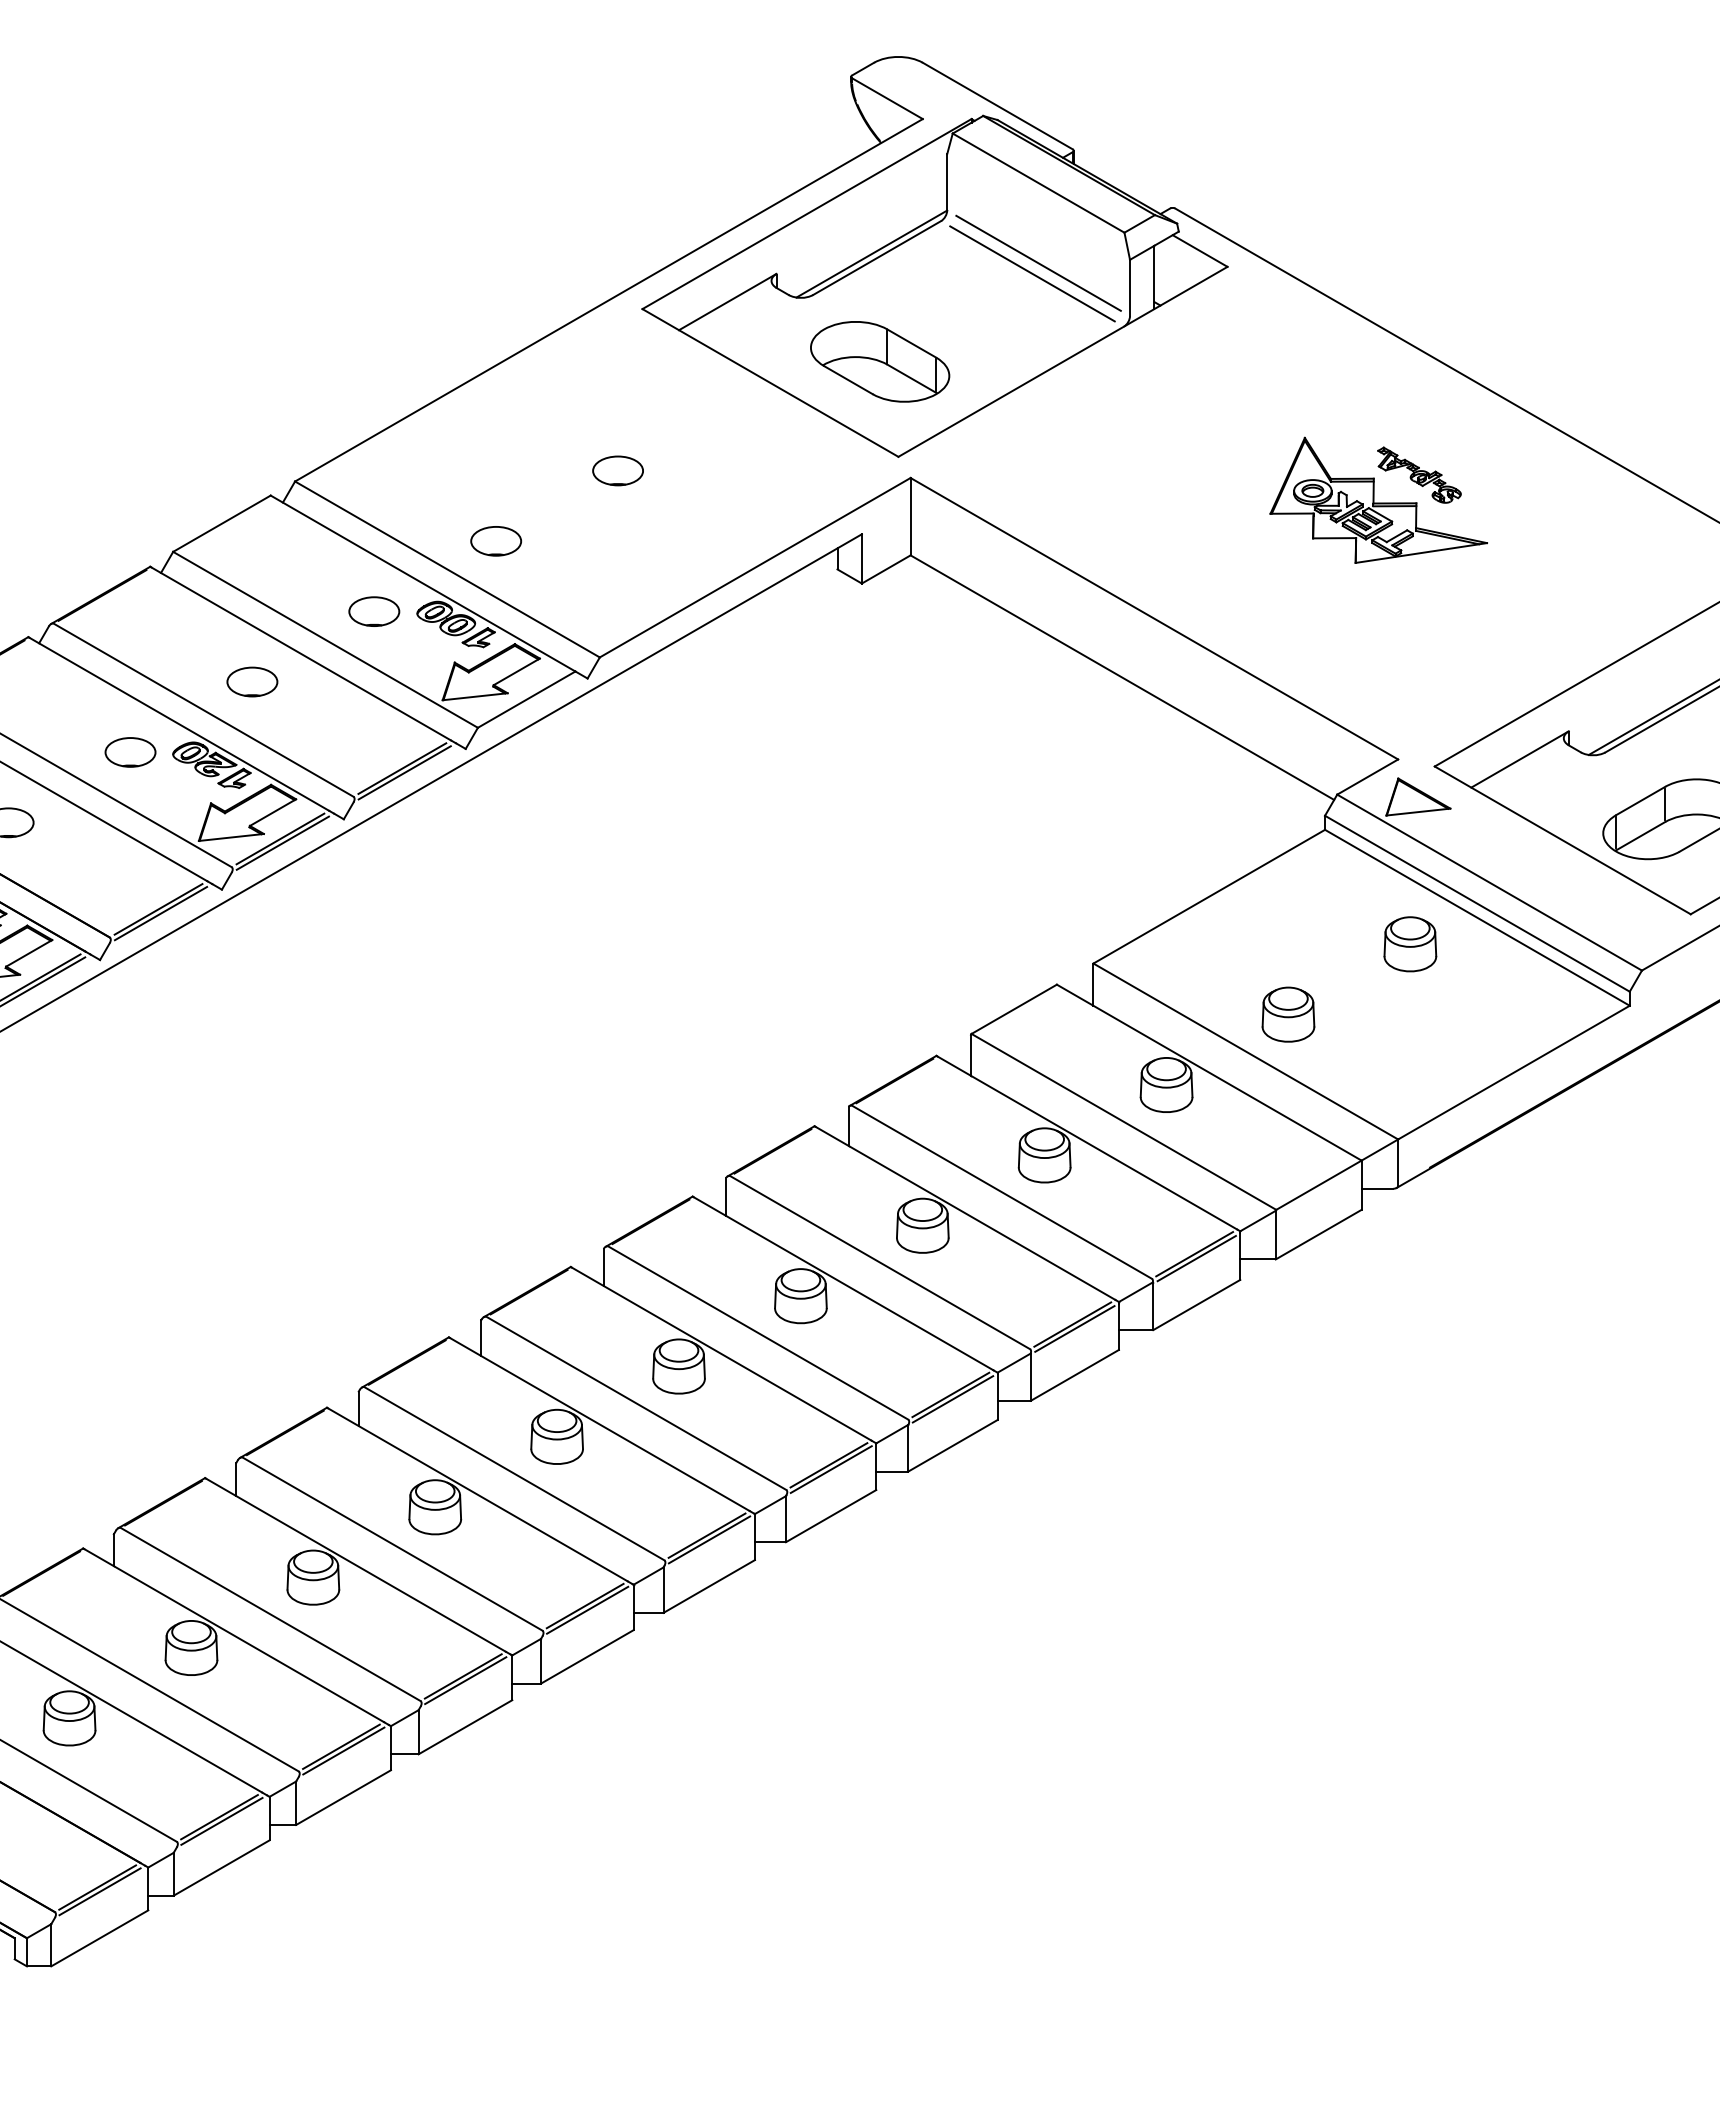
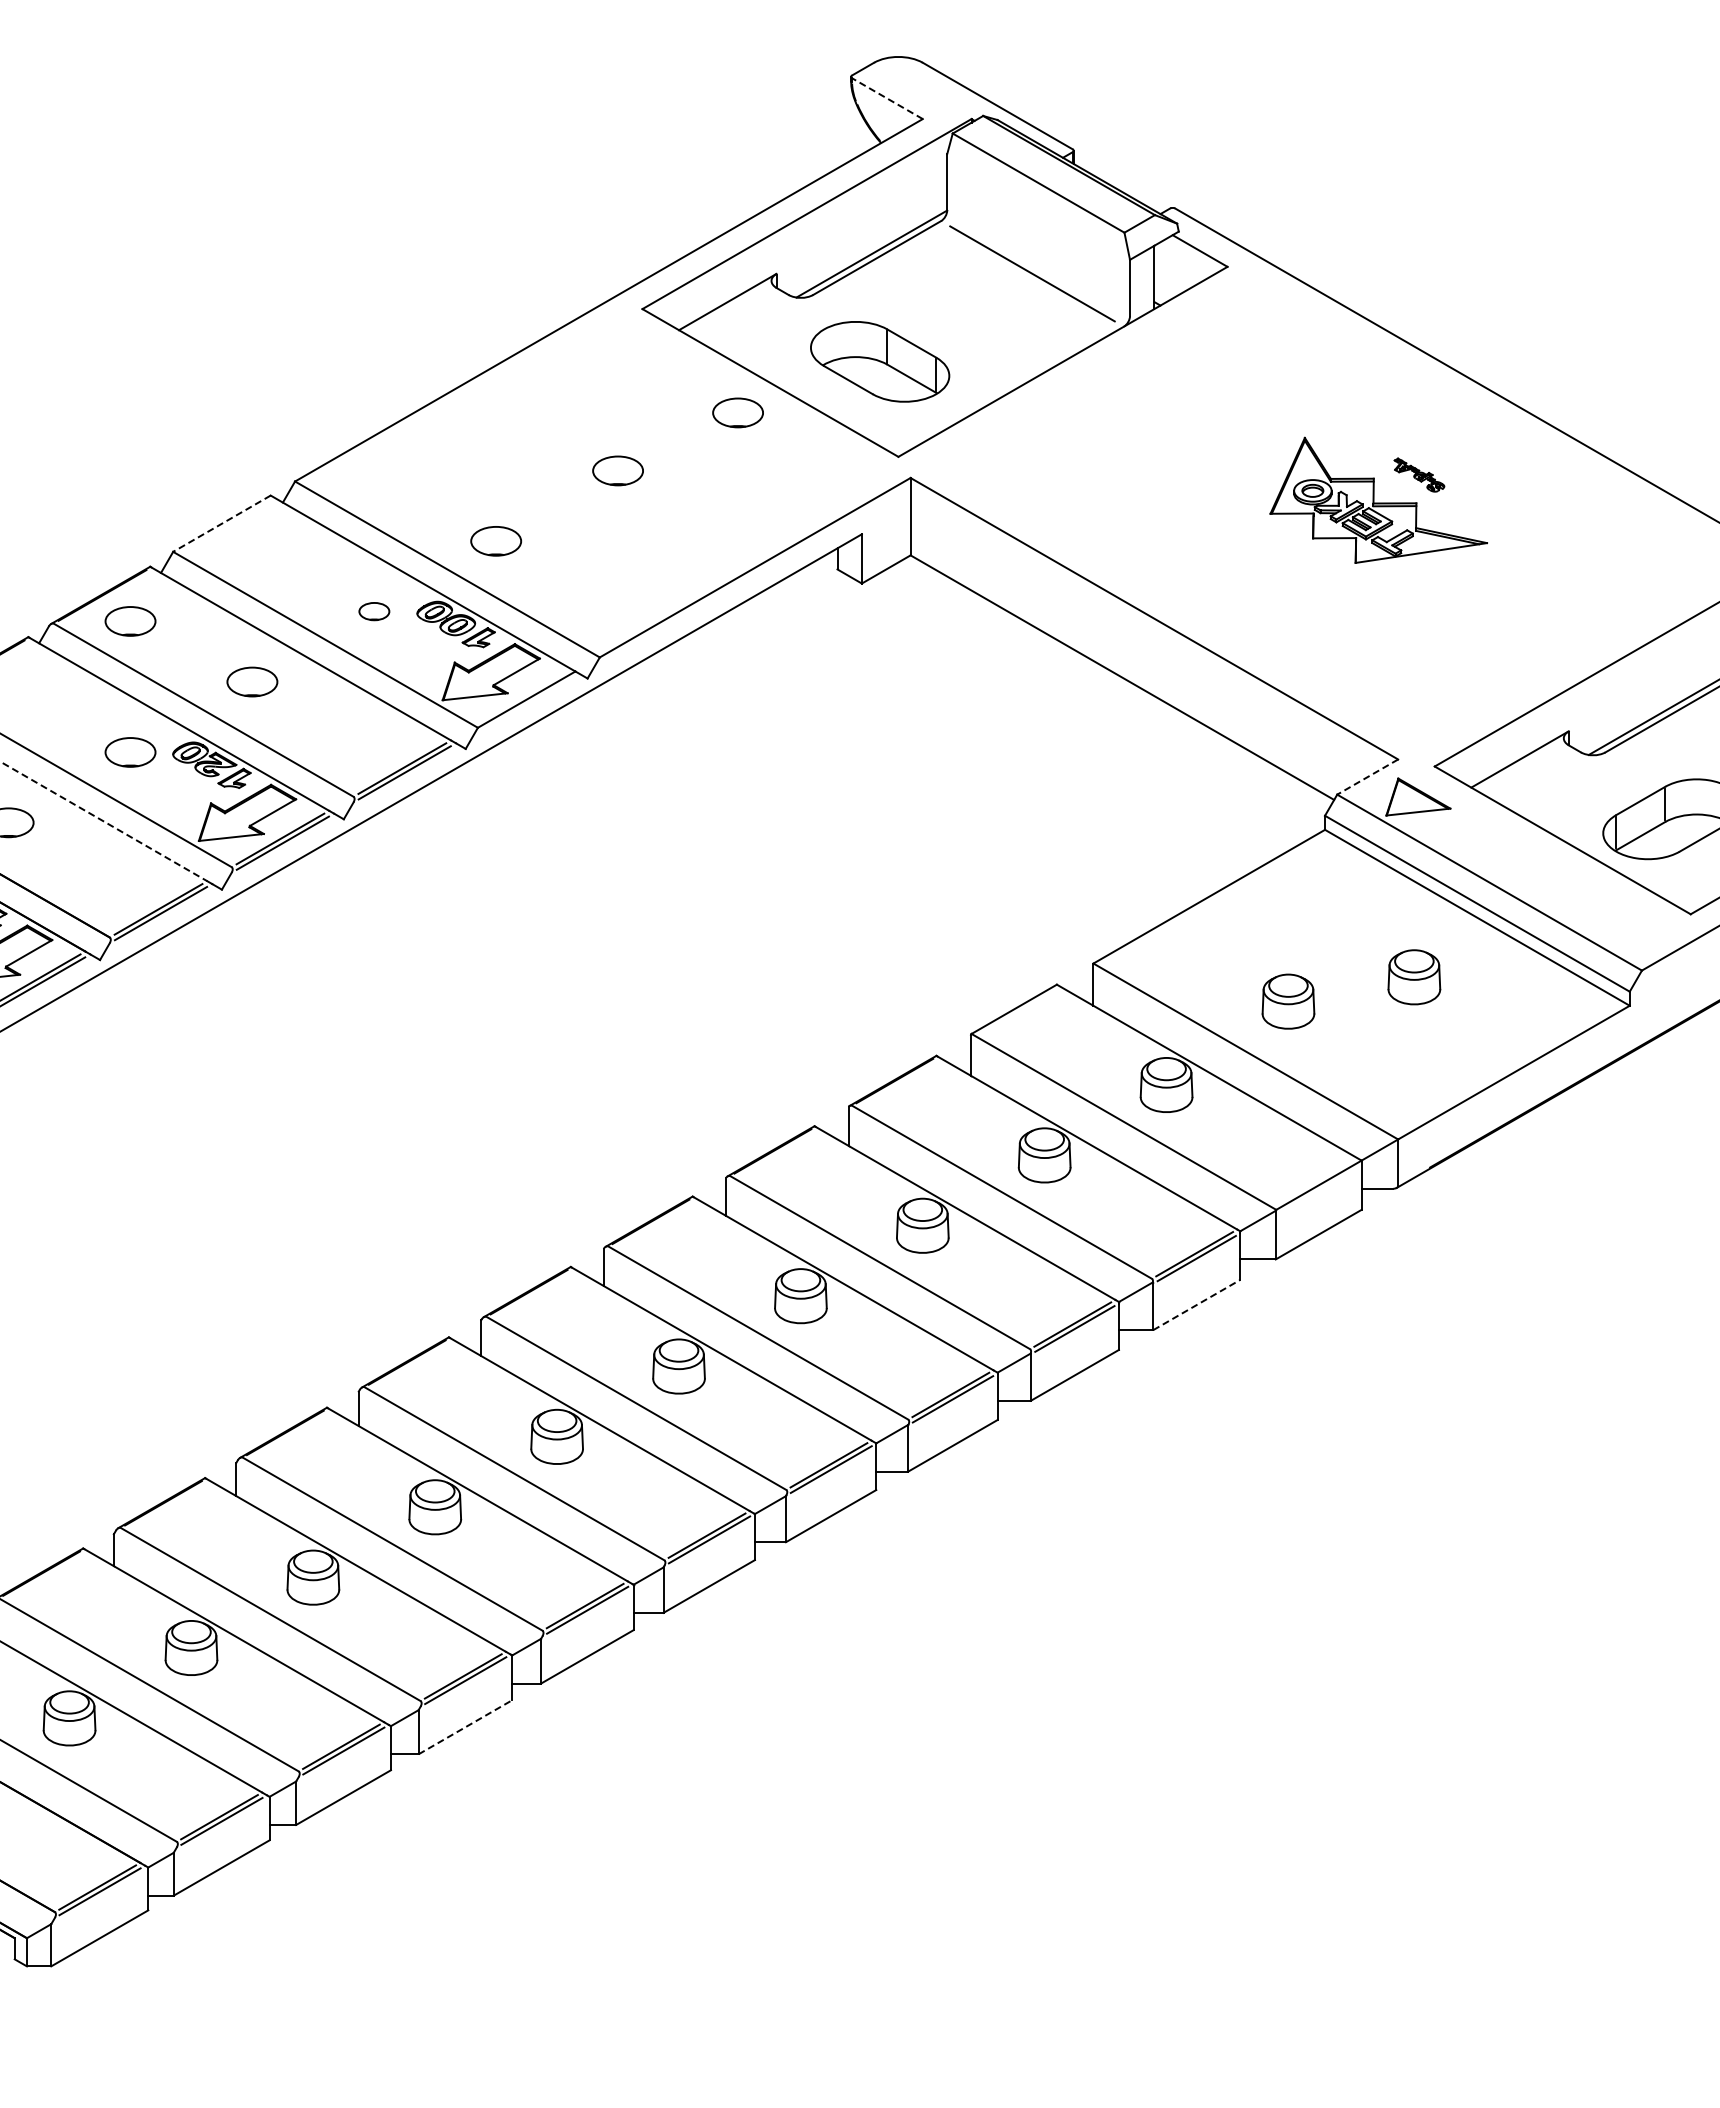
line at (887, 98): solid -> dashed
line at (1038, 262): present -> none
part at (737, 412): none -> present
part at (1419, 474) size: 85x58 px -> 53x36 px
line at (221, 523): solid -> dashed
part at (374, 611) size: 53x31 px -> 33x20 px
part at (130, 621): none -> present
line at (1367, 777): solid -> dashed
line at (104, 821): solid -> dashed
part at (1410, 944) position: (1410, 944) -> (1414, 977)
part at (1288, 1014) position: (1288, 1014) -> (1288, 1001)
line at (1197, 1304): solid -> dashed
line at (465, 1727): solid -> dashed
